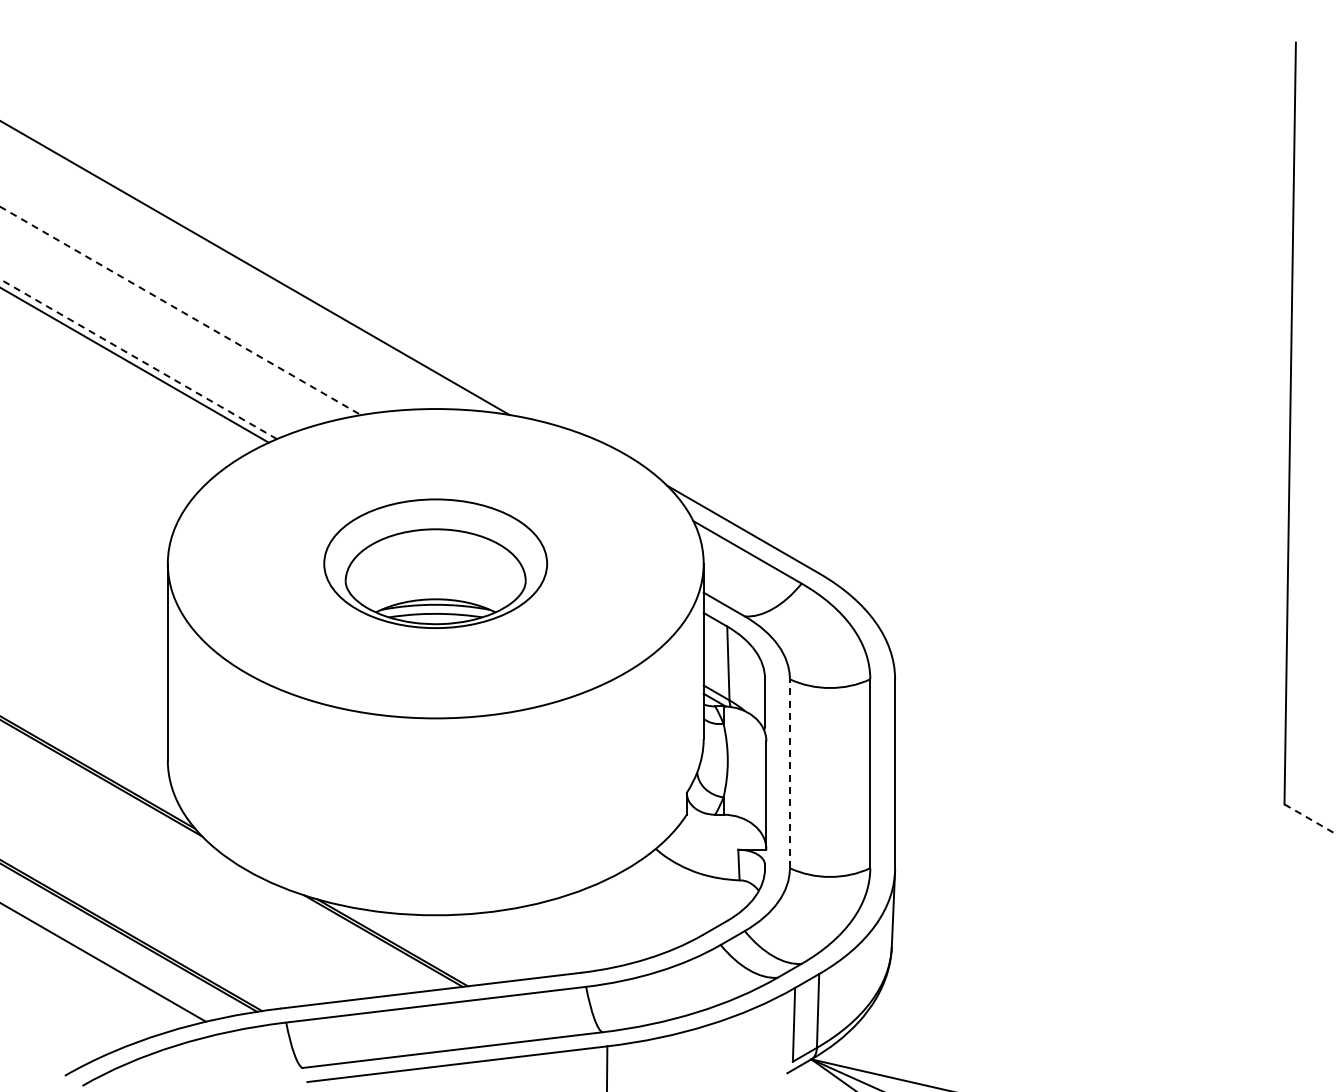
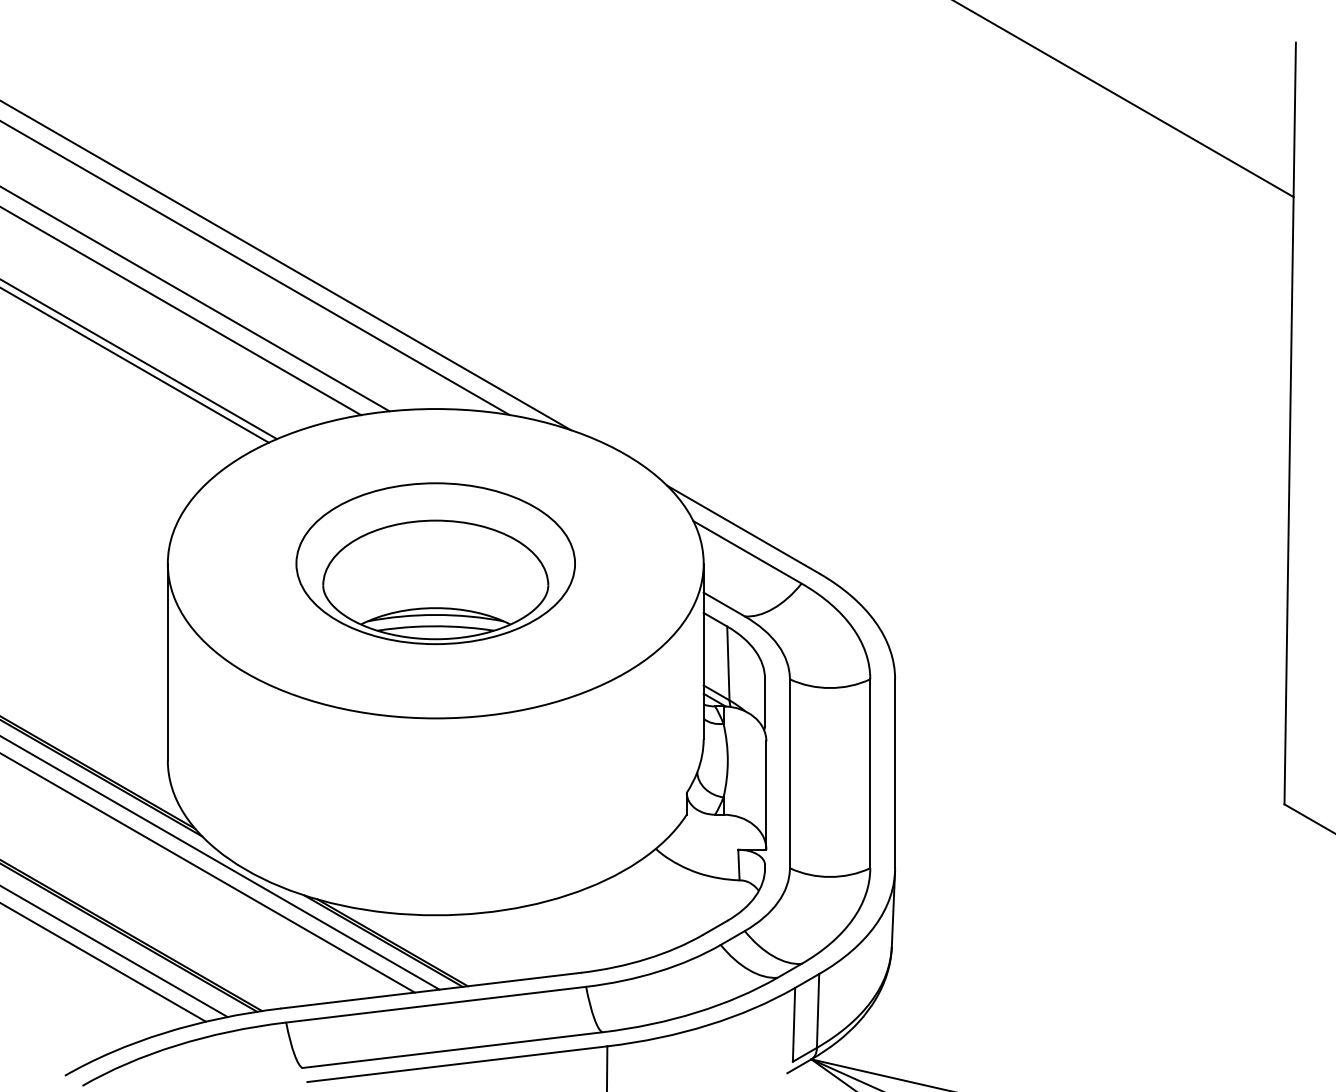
line at (1124, 99): none -> present
line at (286, 265): none -> present
line at (195, 299): none -> present
line at (181, 311): dashed -> solid
line at (138, 359): dashed -> solid
part at (435, 563) size: 226x131 px -> 281x164 px
line at (789, 773): dashed -> solid
line at (1310, 819): dashed -> solid
line at (220, 863): none -> present
line at (208, 873): none -> present
line at (114, 951): none -> present
